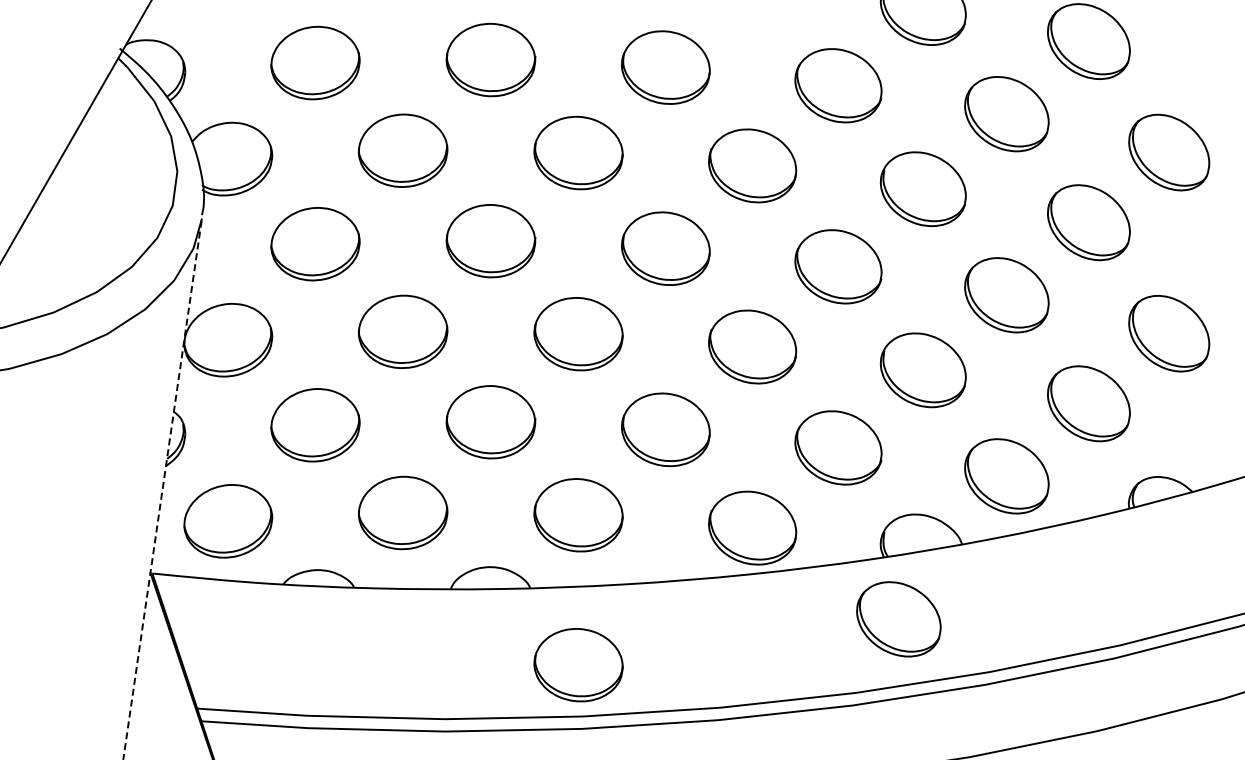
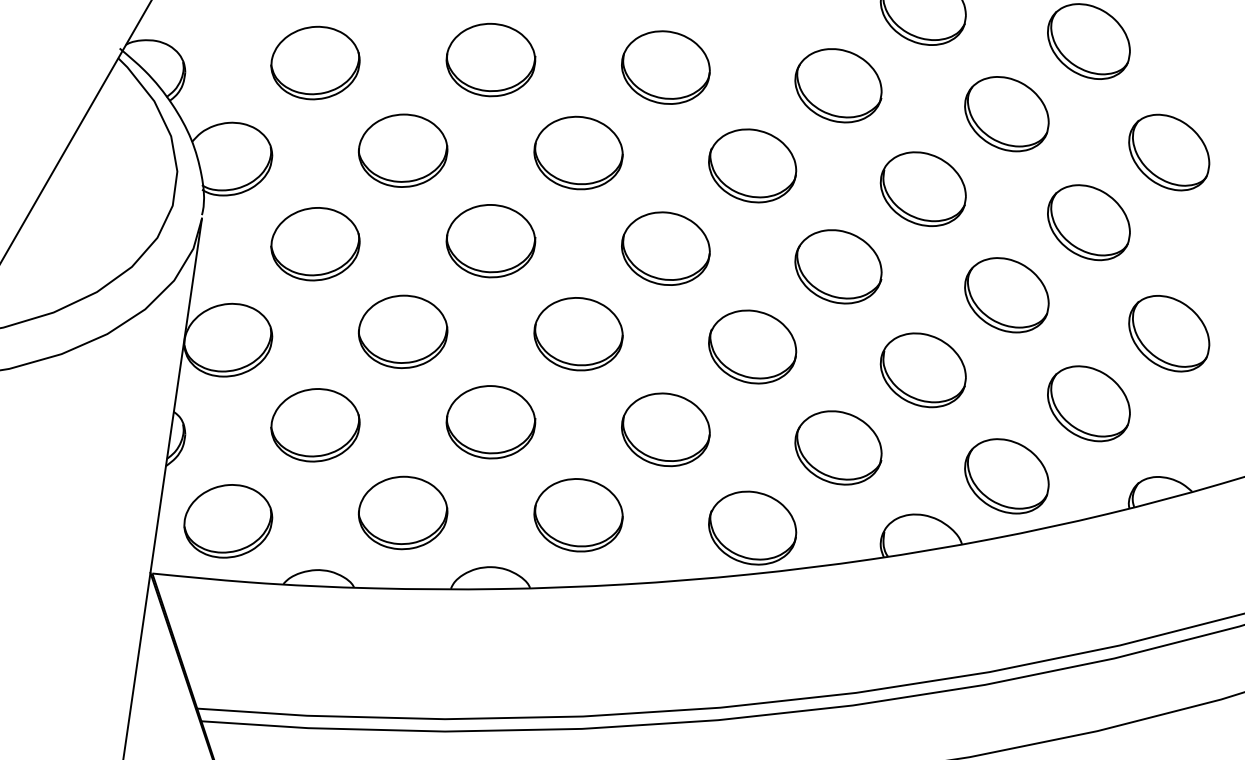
line at (162, 488): dashed -> solid
part at (898, 619): present -> none
part at (578, 665): present -> none
